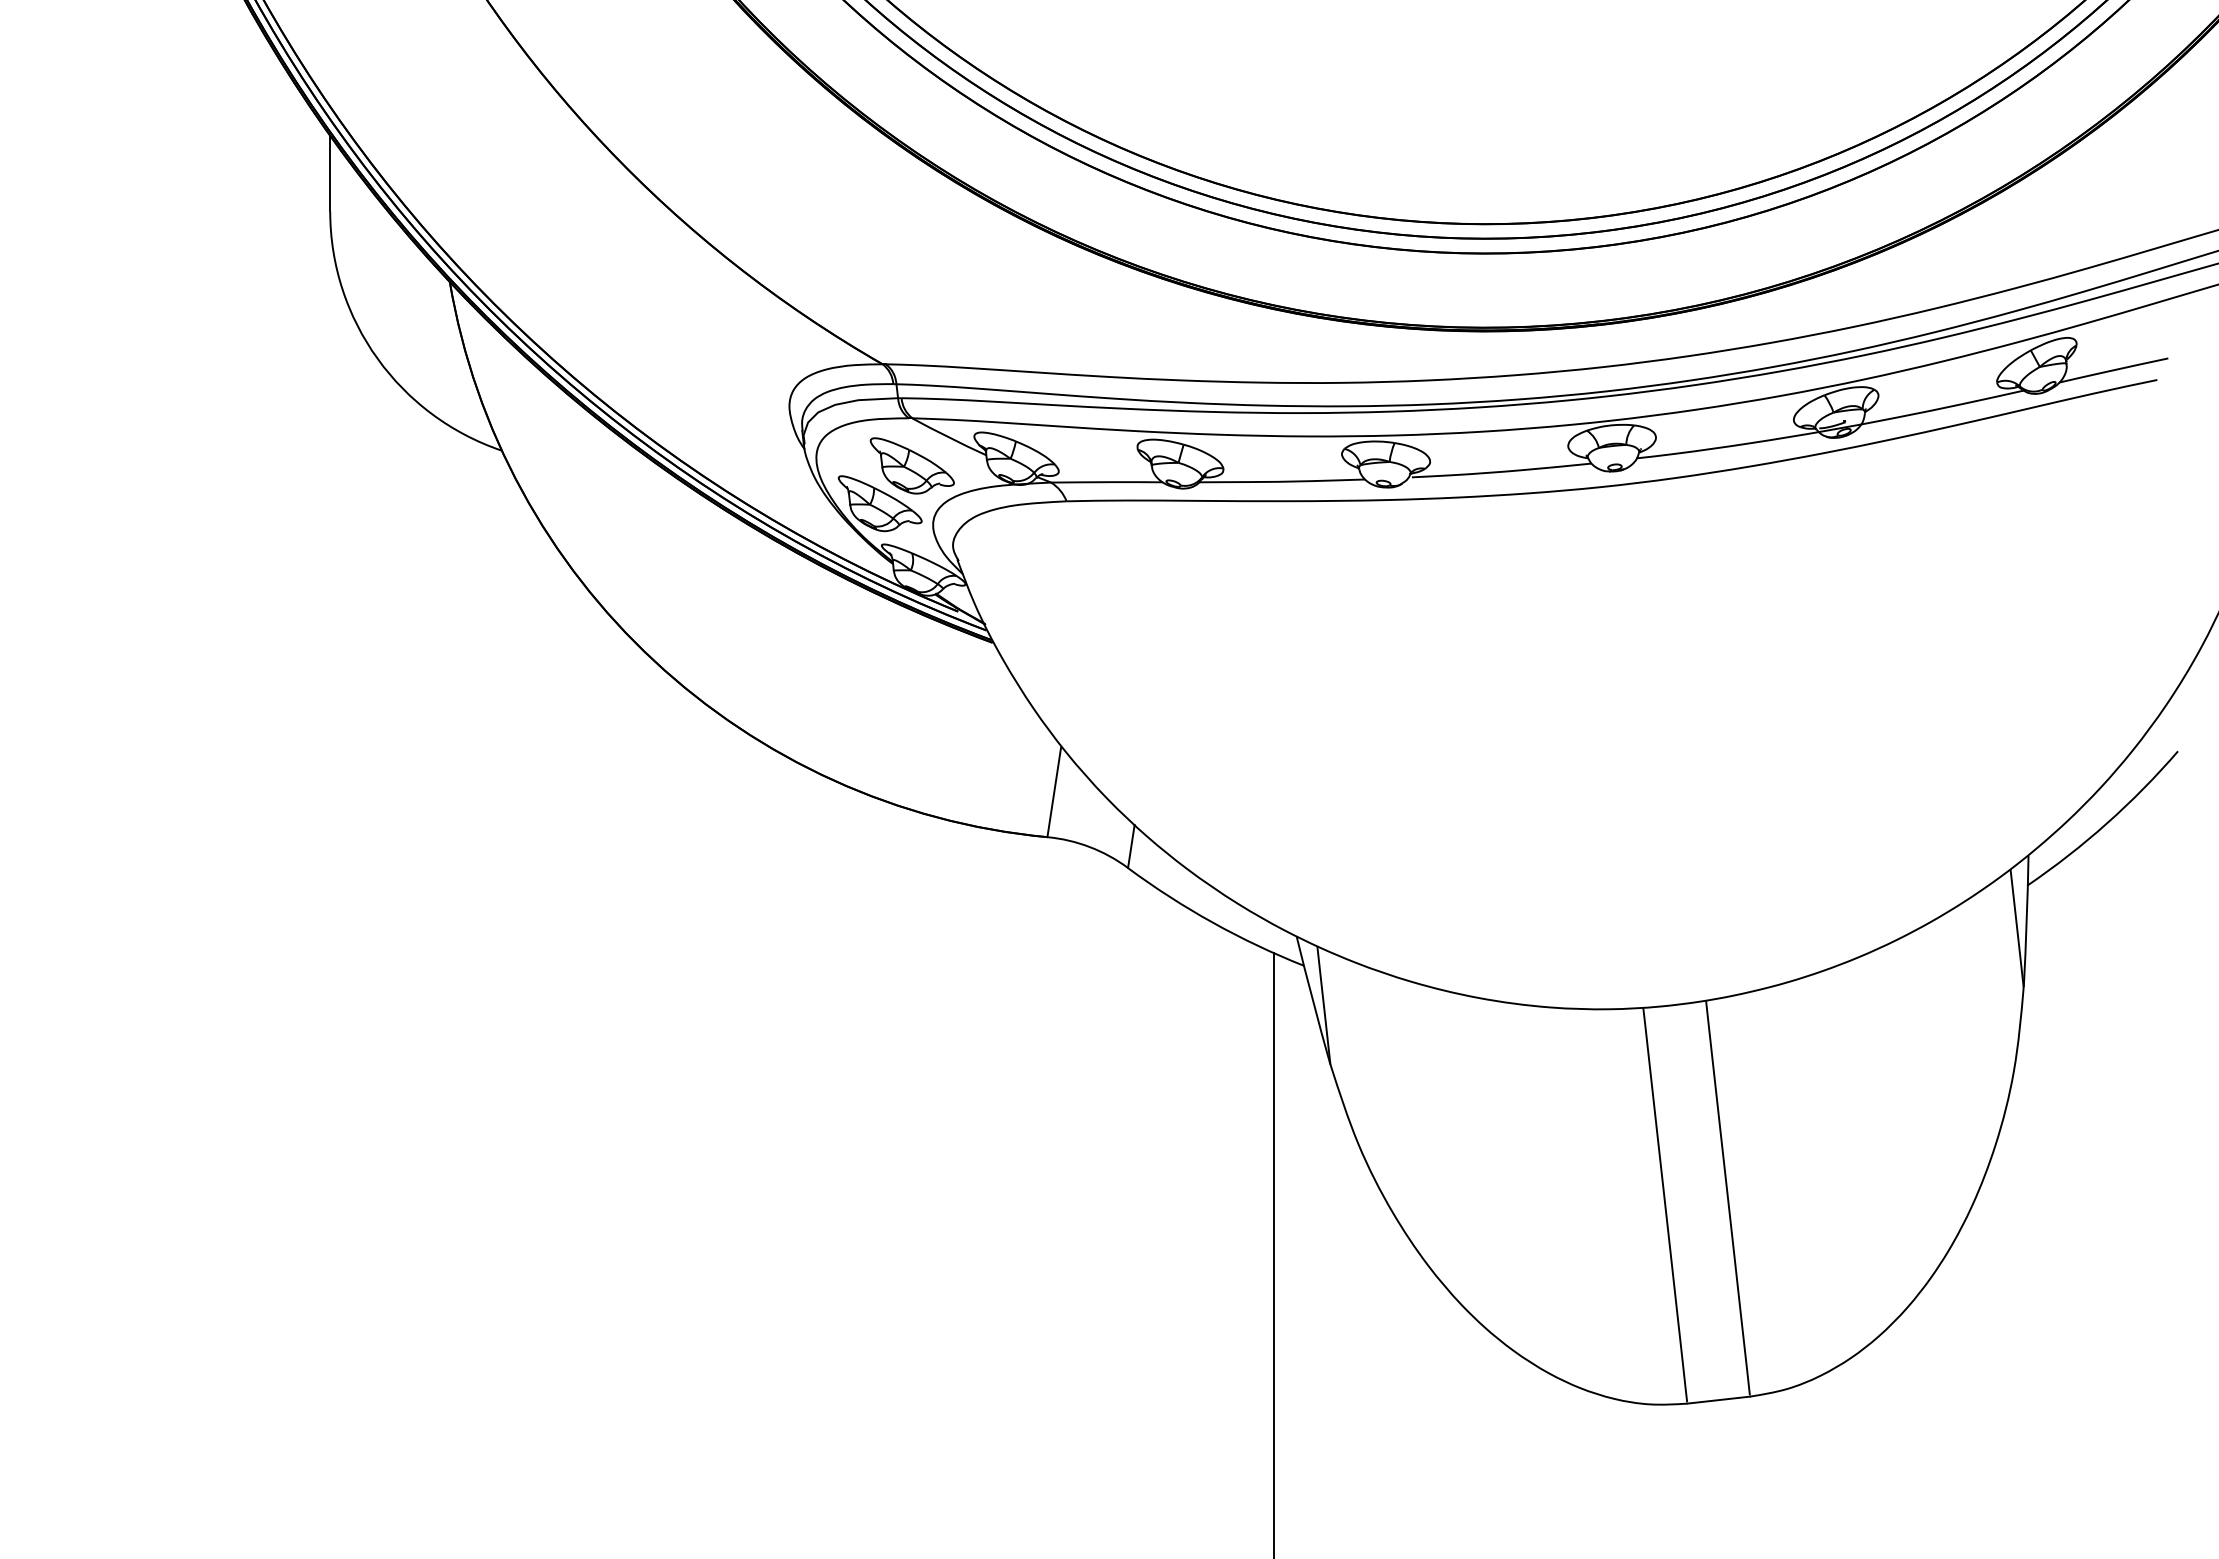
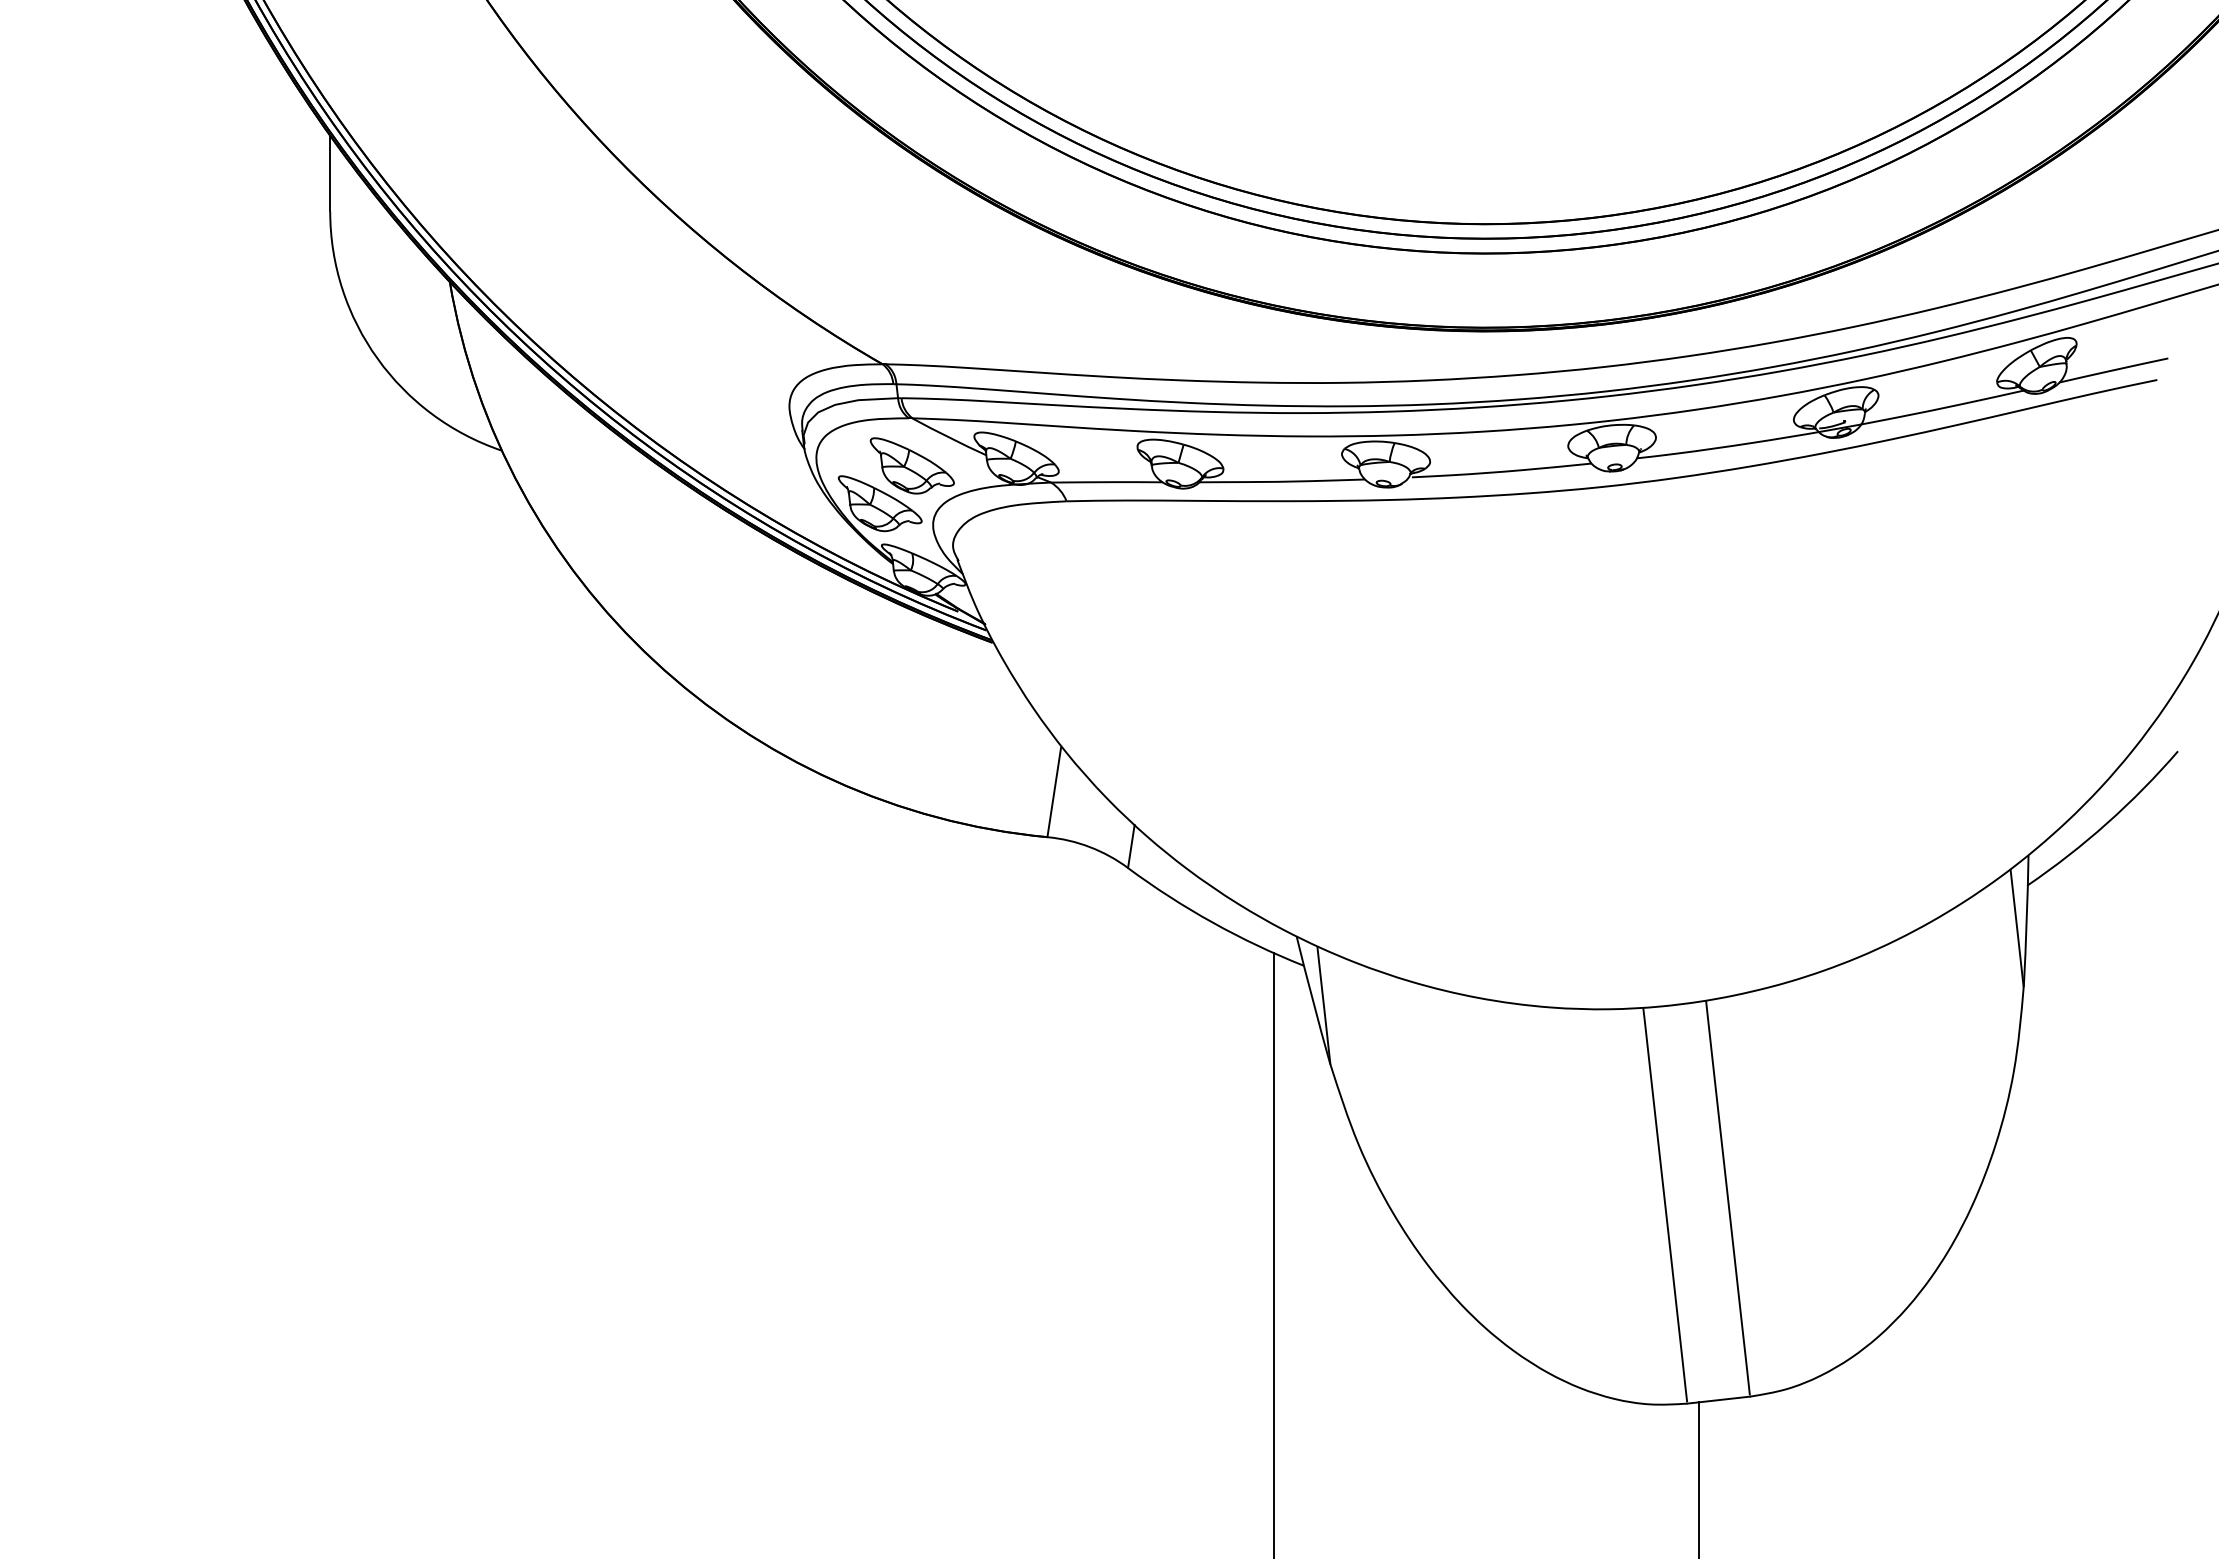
line at (1699, 1478): none -> present
